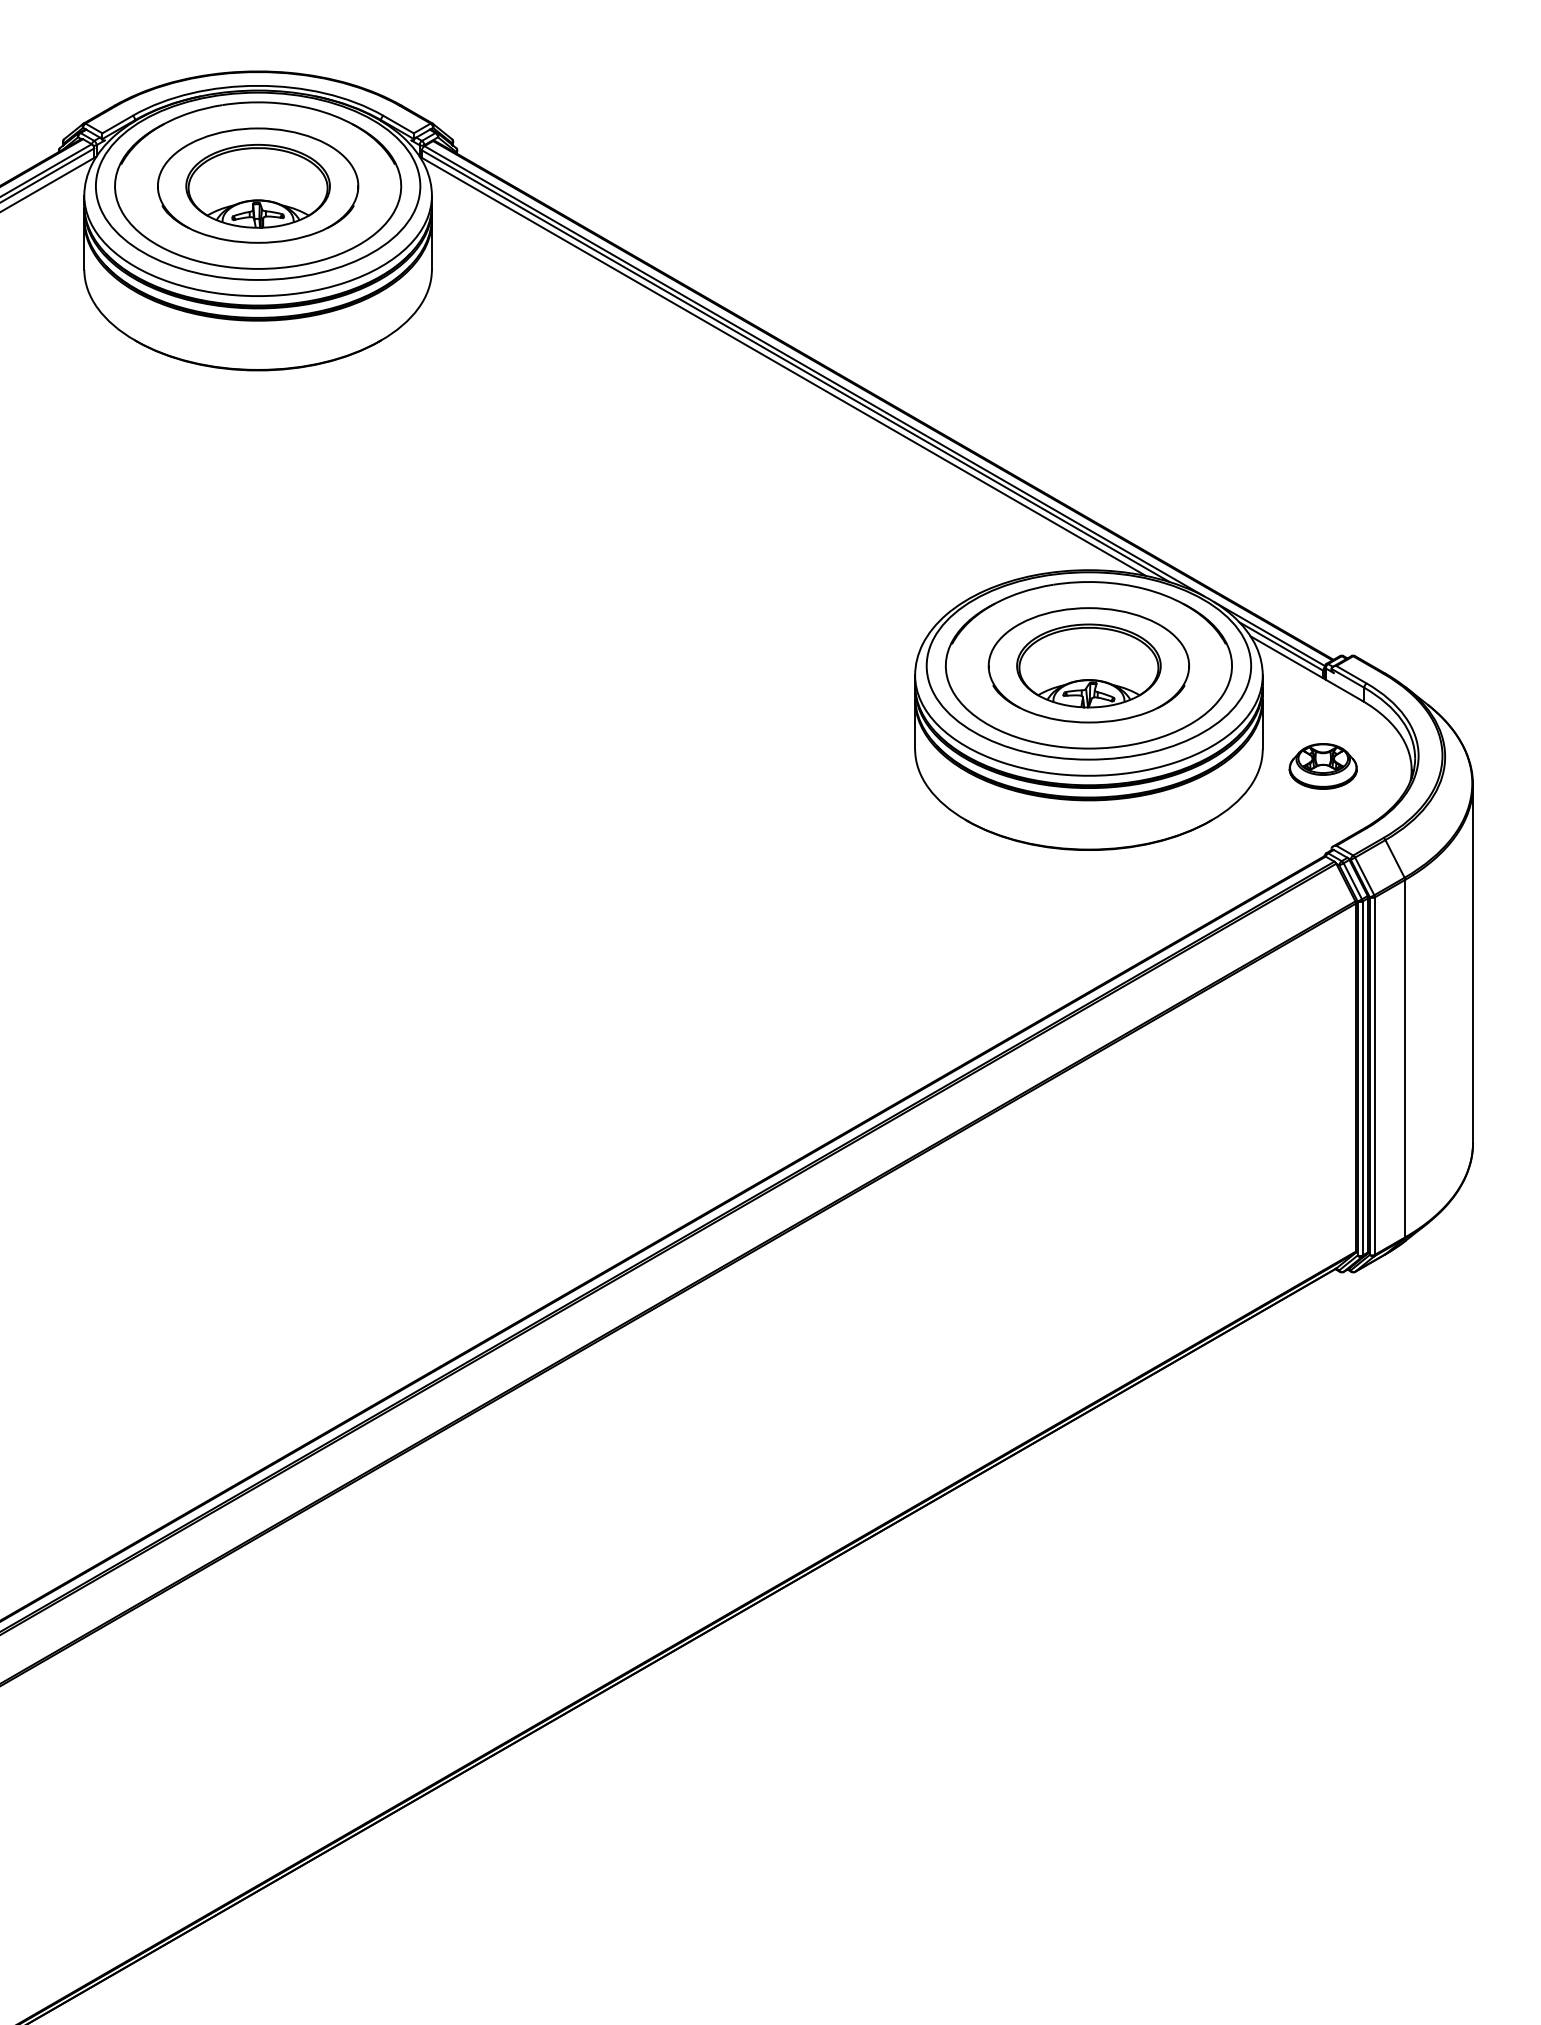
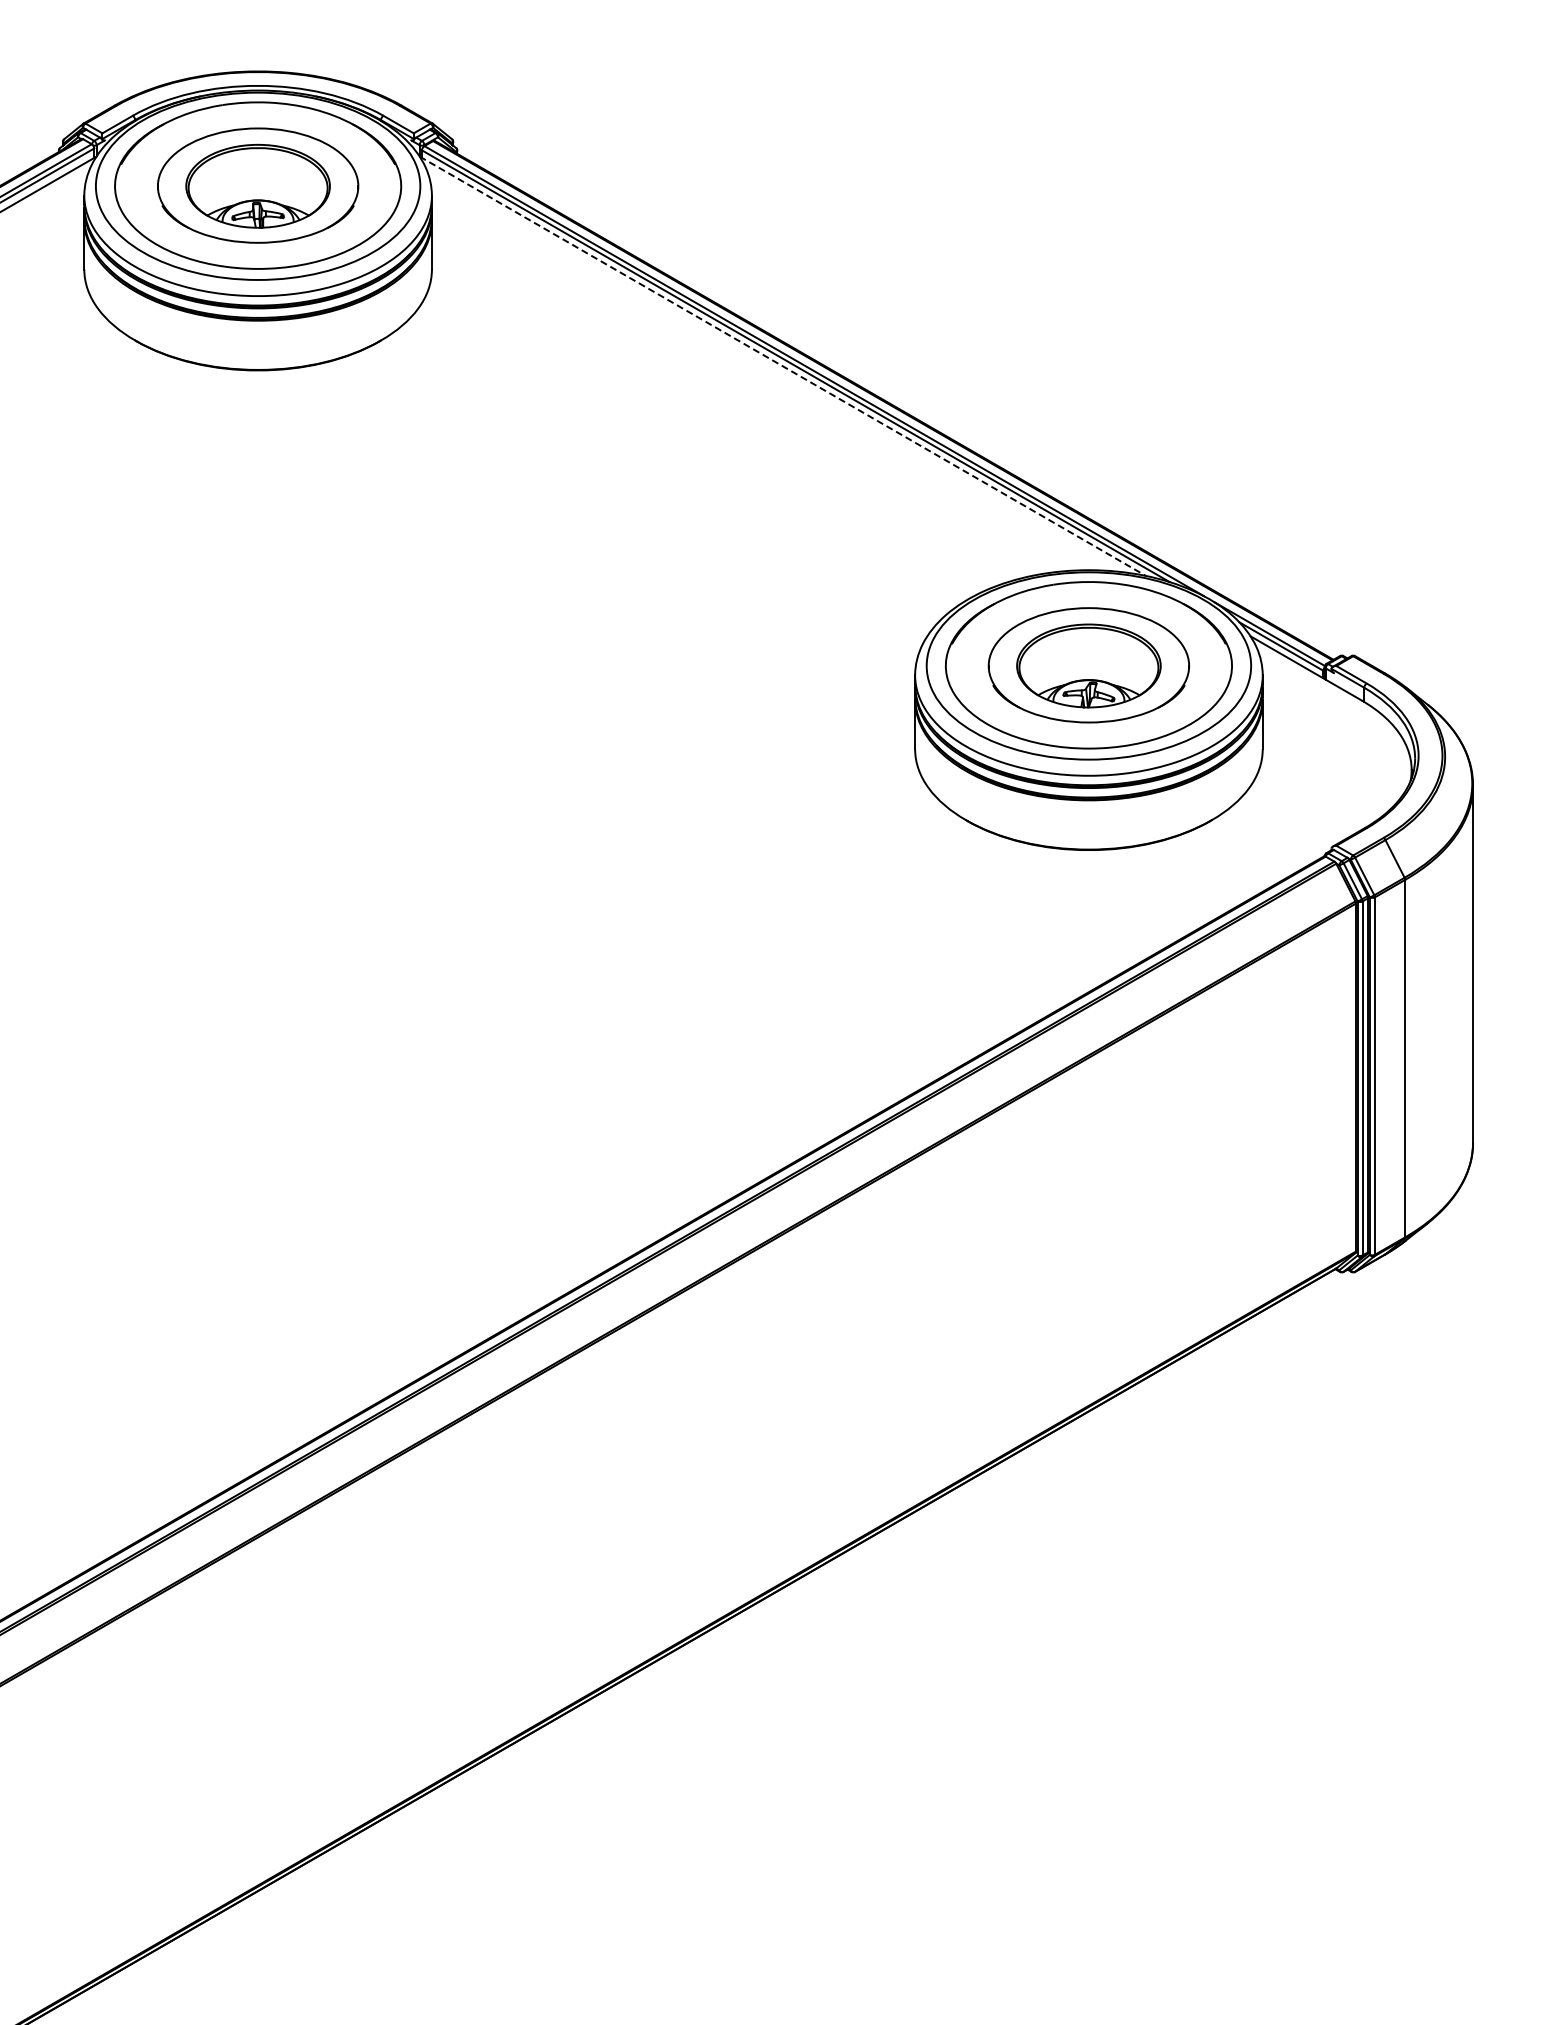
line at (783, 366): solid -> dashed
part at (1322, 766): present -> none
